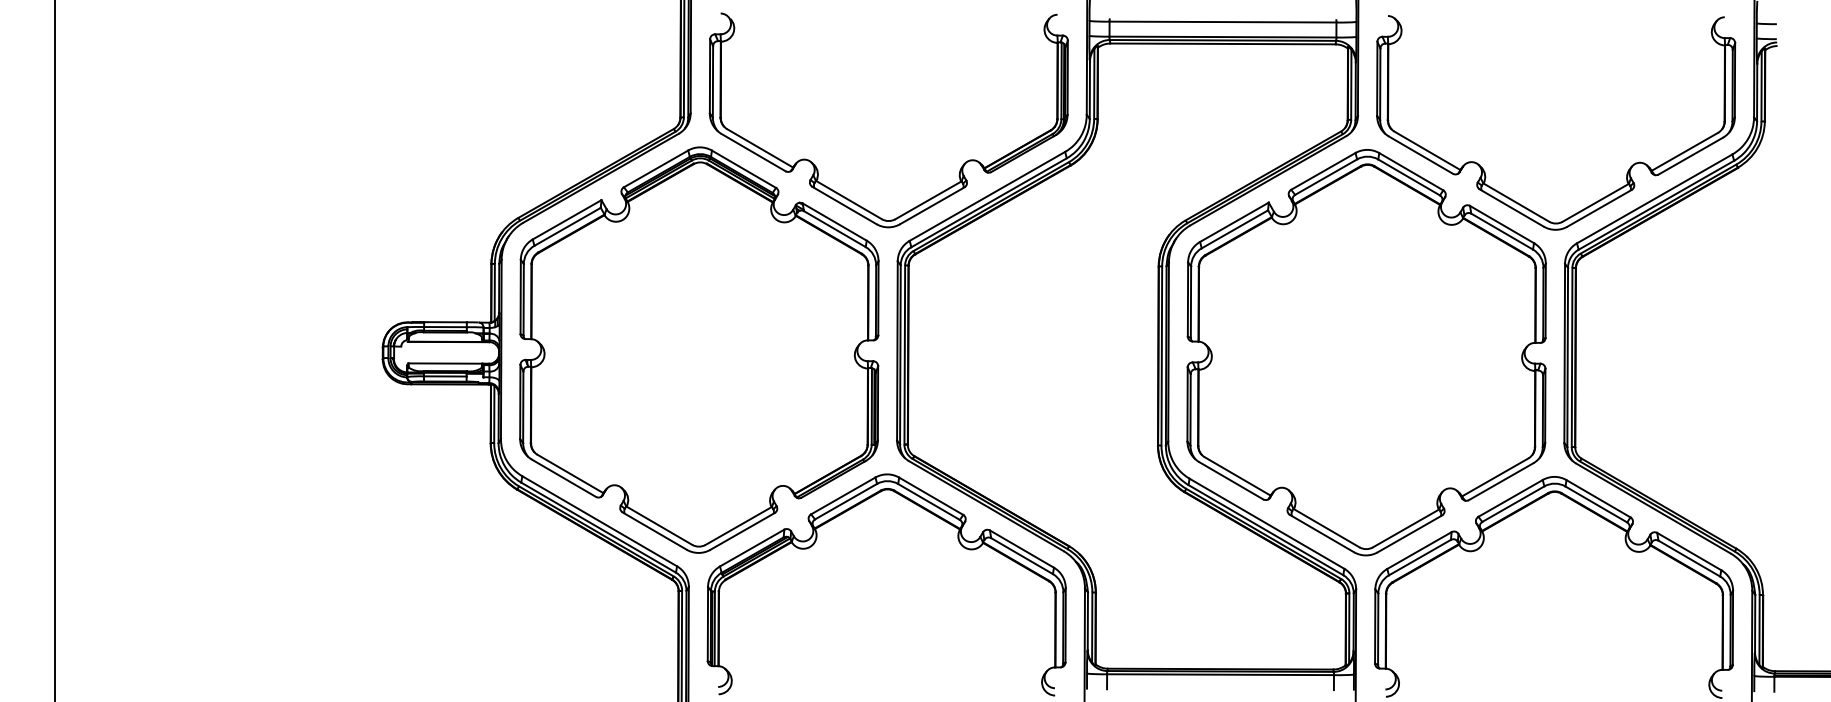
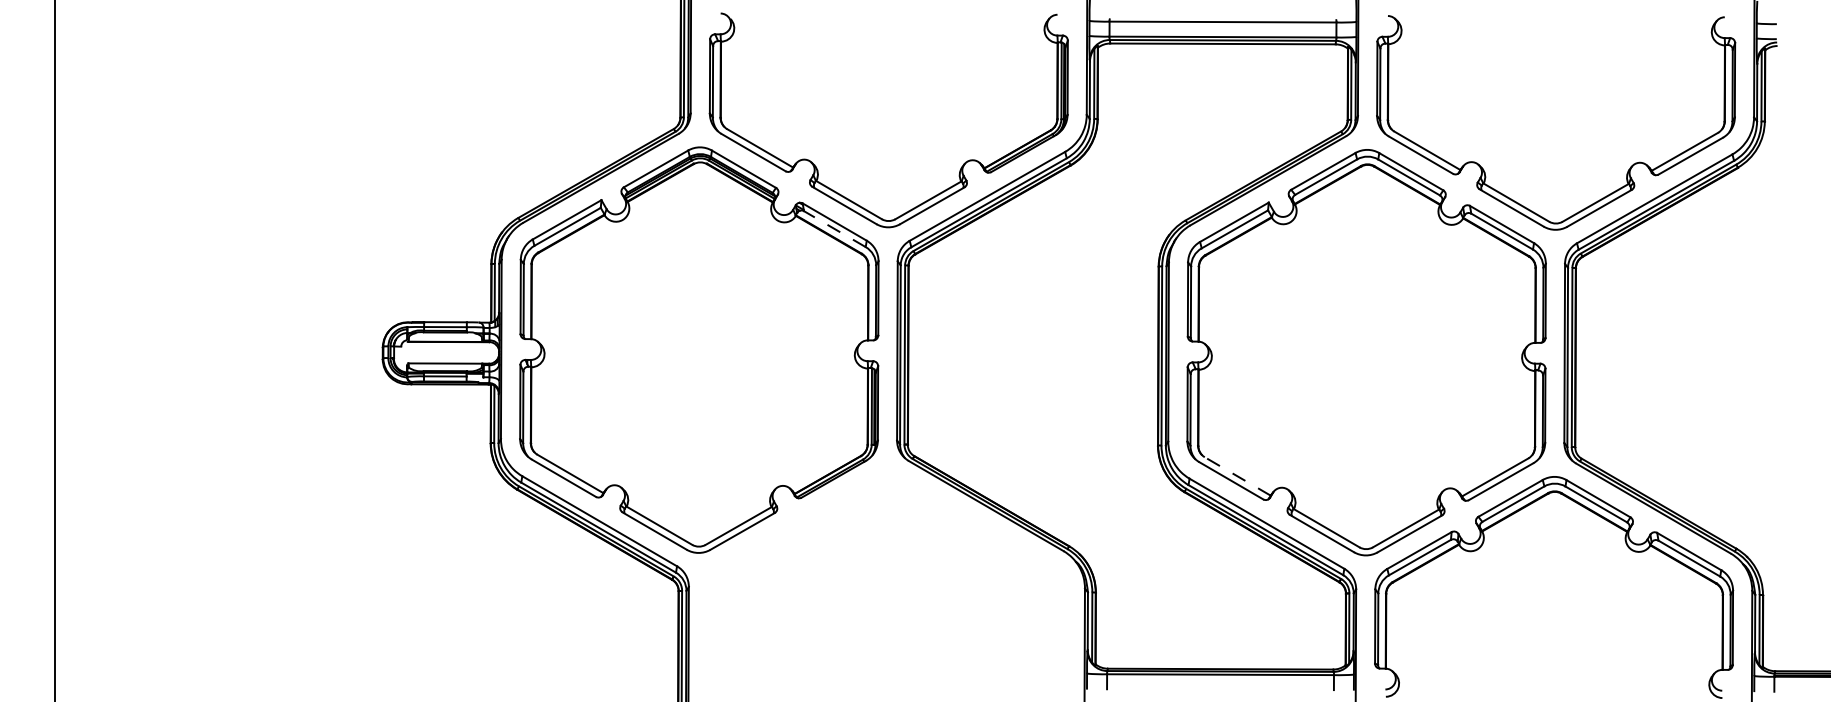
line at (834, 229): solid -> dashed
line at (1237, 476): solid -> dashed
part at (815, 543): present -> none
